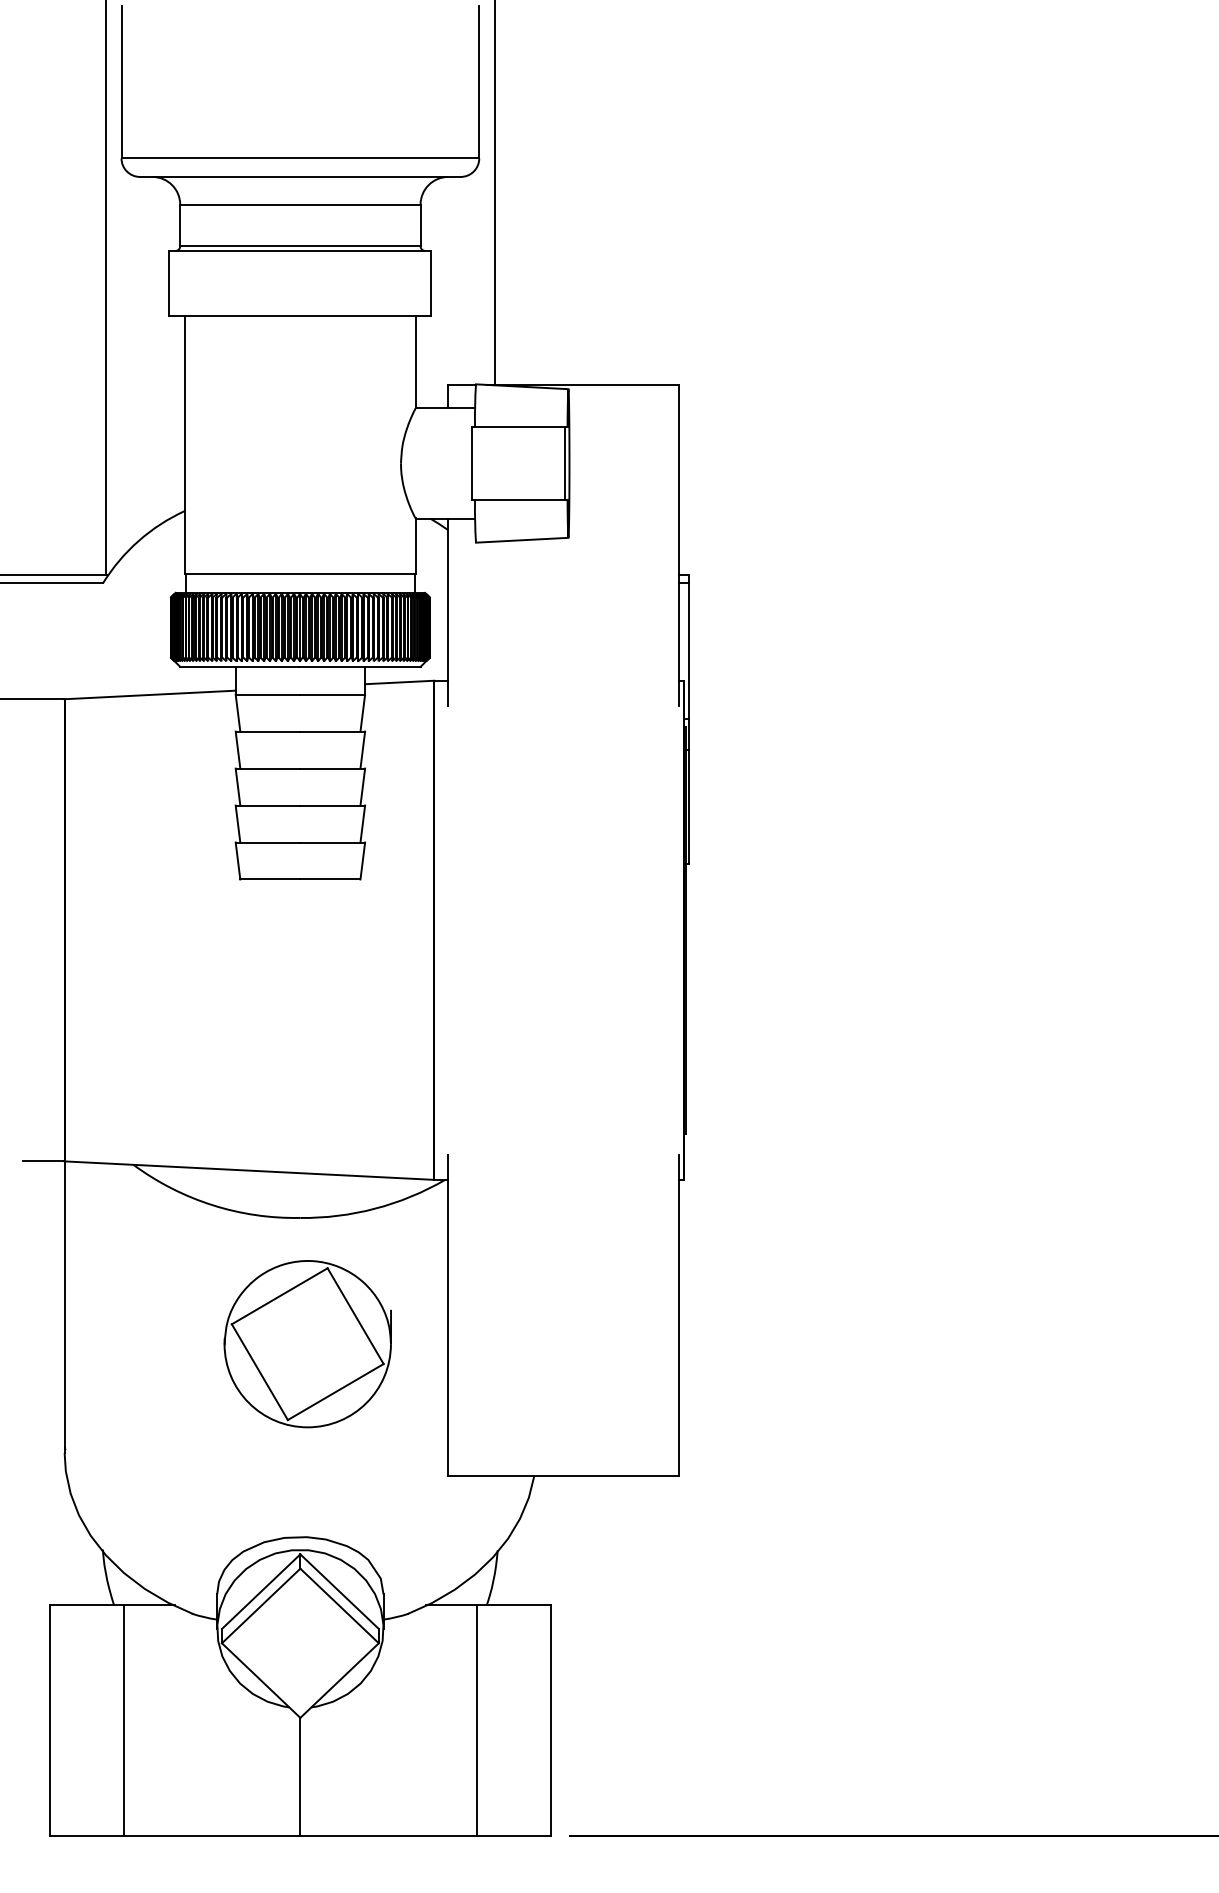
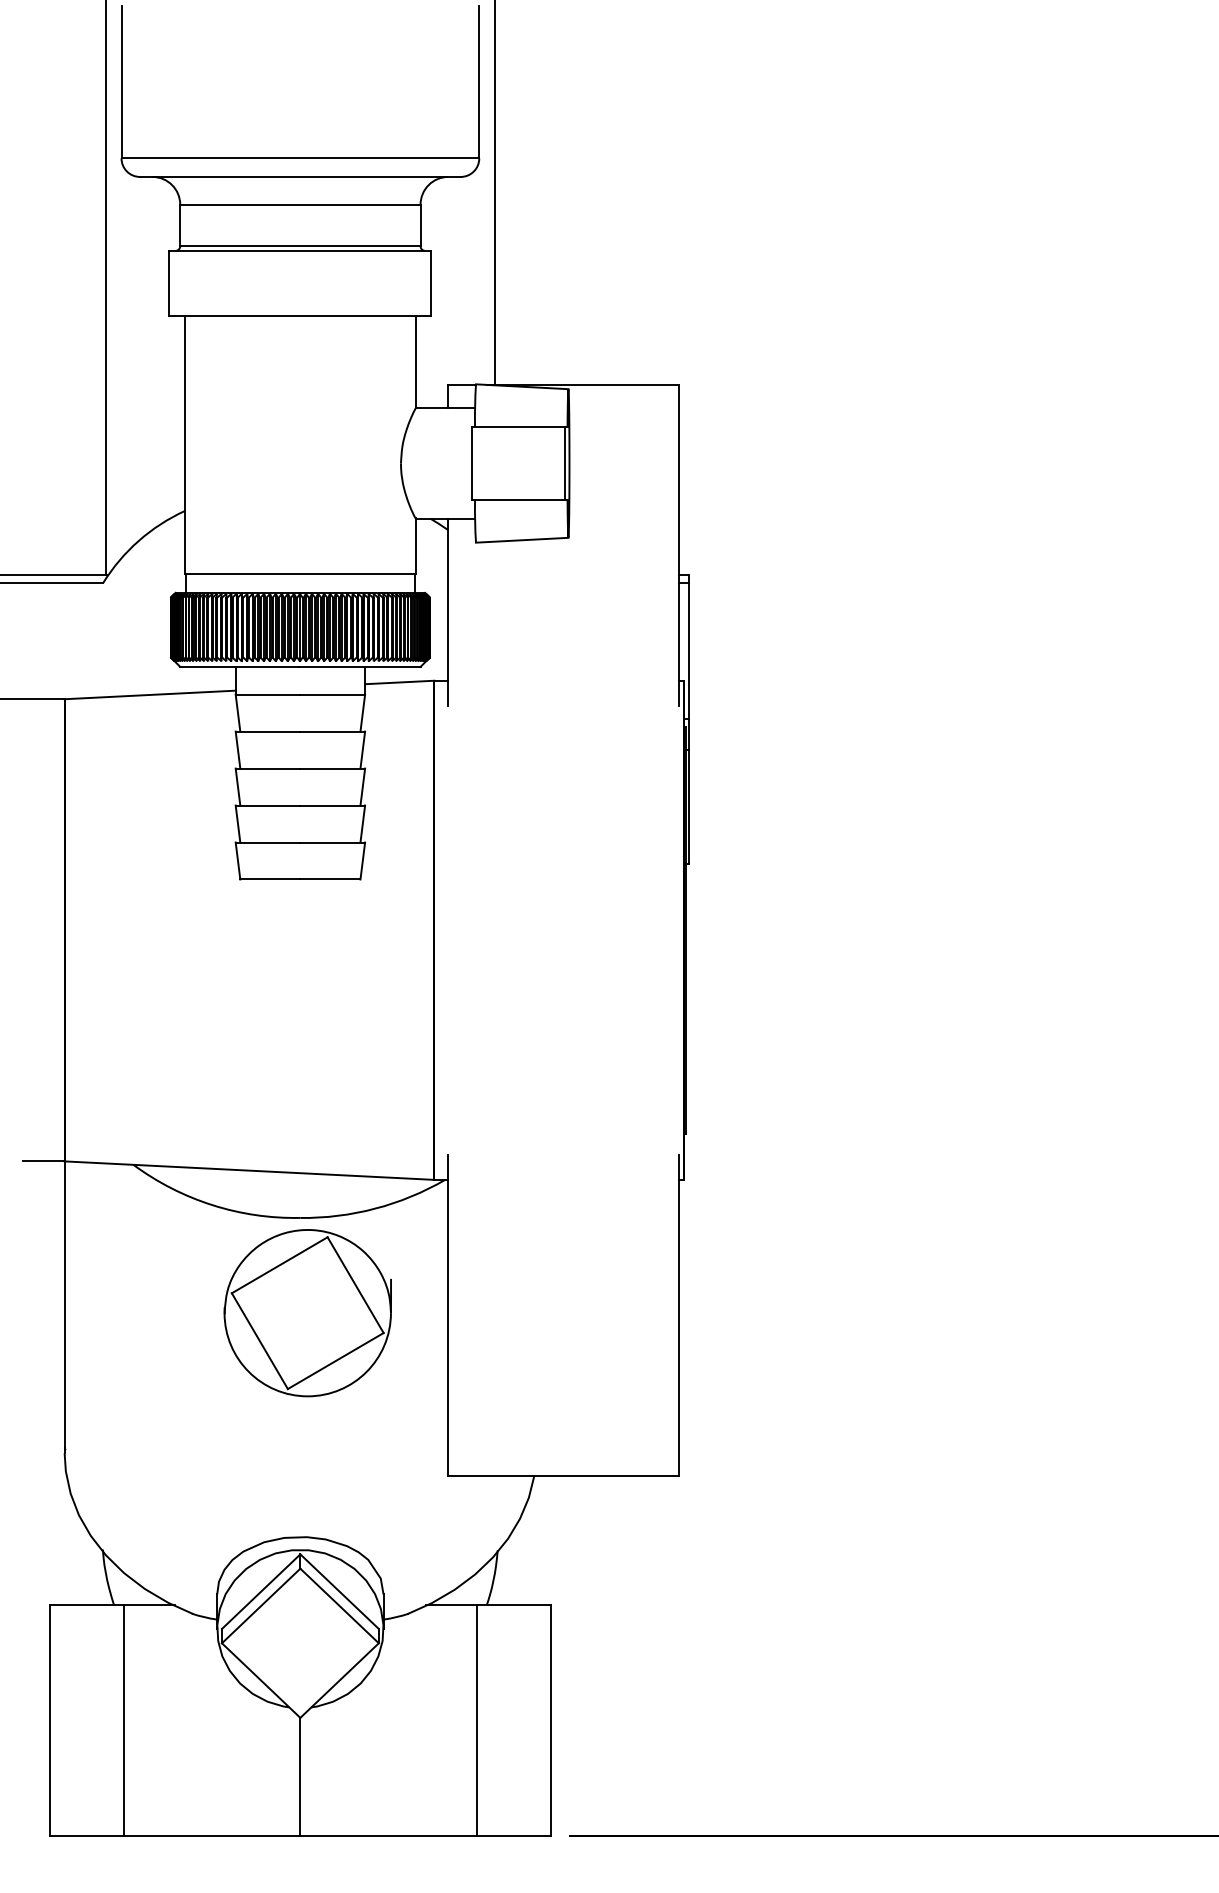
part at (307, 1344) position: (307, 1344) -> (307, 1313)
